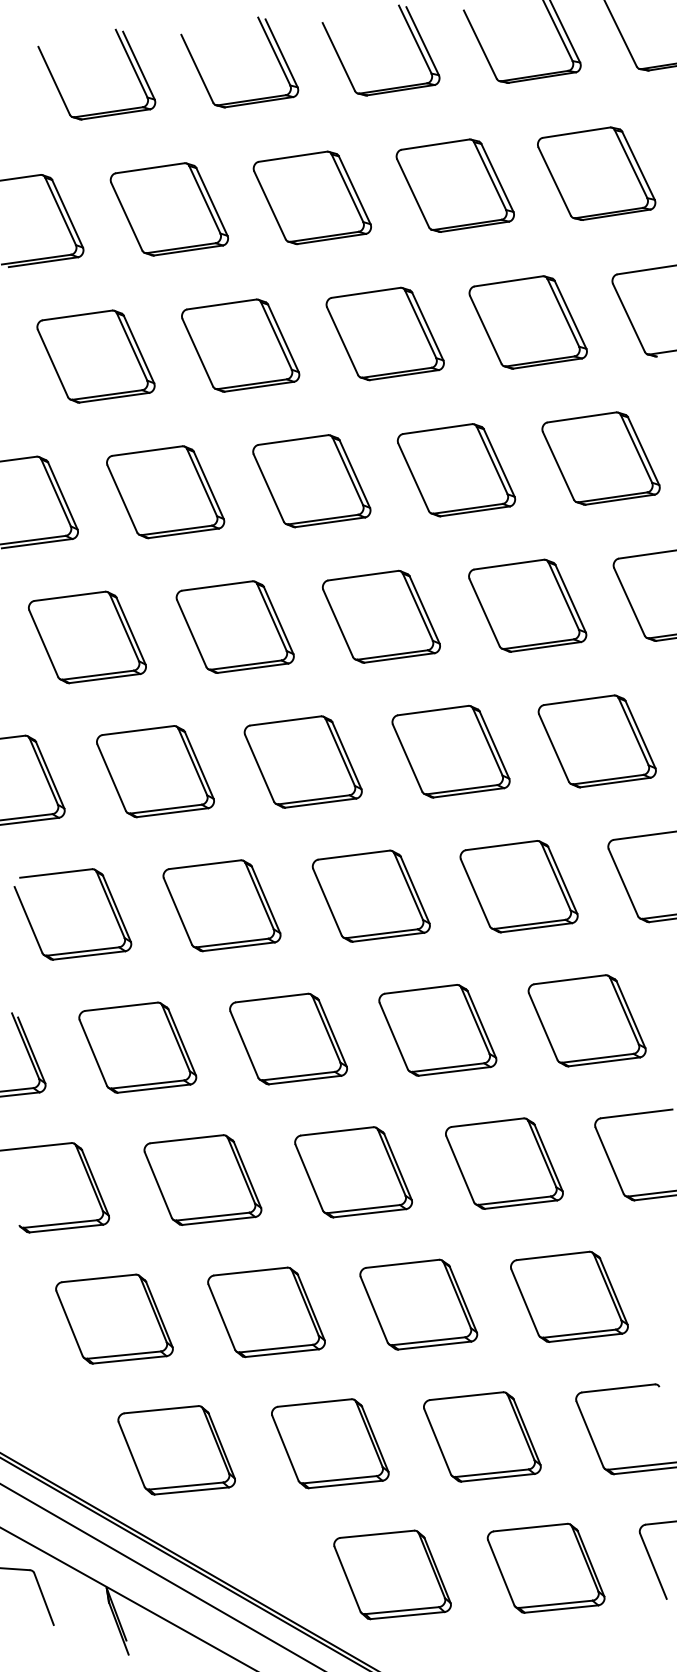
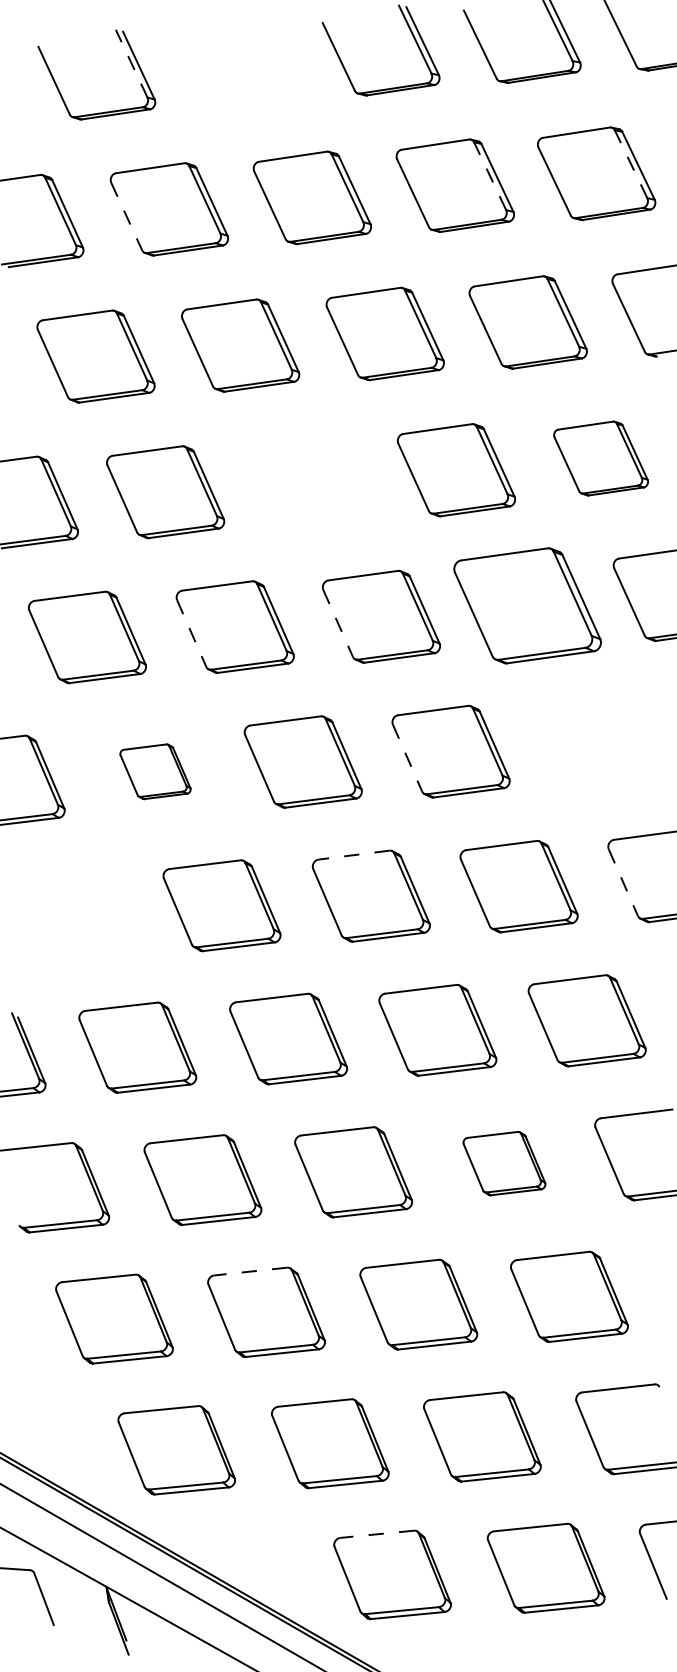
part at (270, 46): present -> none
line at (131, 63): solid -> dashed
line at (631, 164): solid -> dashed
line at (490, 176): solid -> dashed
line at (126, 217): solid -> dashed
part at (600, 458) size: 120x95 px -> 96x77 px
part at (311, 481): present -> none
part at (527, 605) size: 120x95 px -> 149x118 px
line at (338, 623): solid -> dashed
line at (191, 634): solid -> dashed
part at (596, 741): present -> none
line at (407, 758): solid -> dashed
part at (155, 771) size: 119x94 px -> 73x58 px
line at (354, 855): solid -> dashed
line at (623, 883): solid -> dashed
part at (80, 950): present -> none
part at (504, 1163) size: 119x93 px -> 85x66 px
line at (250, 1271): solid -> dashed
line at (376, 1534): solid -> dashed
